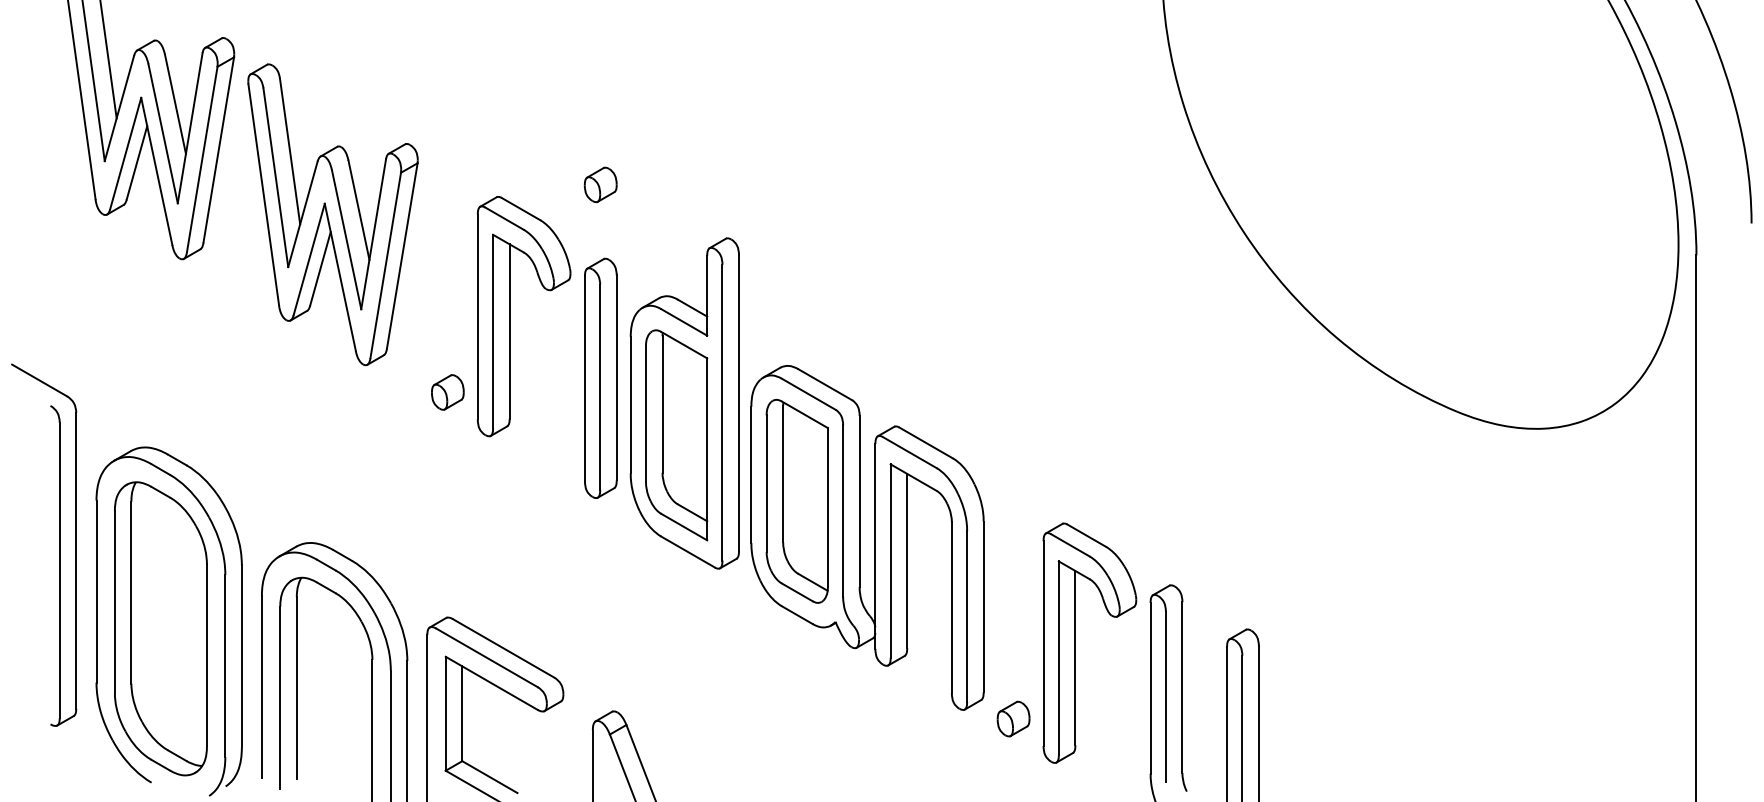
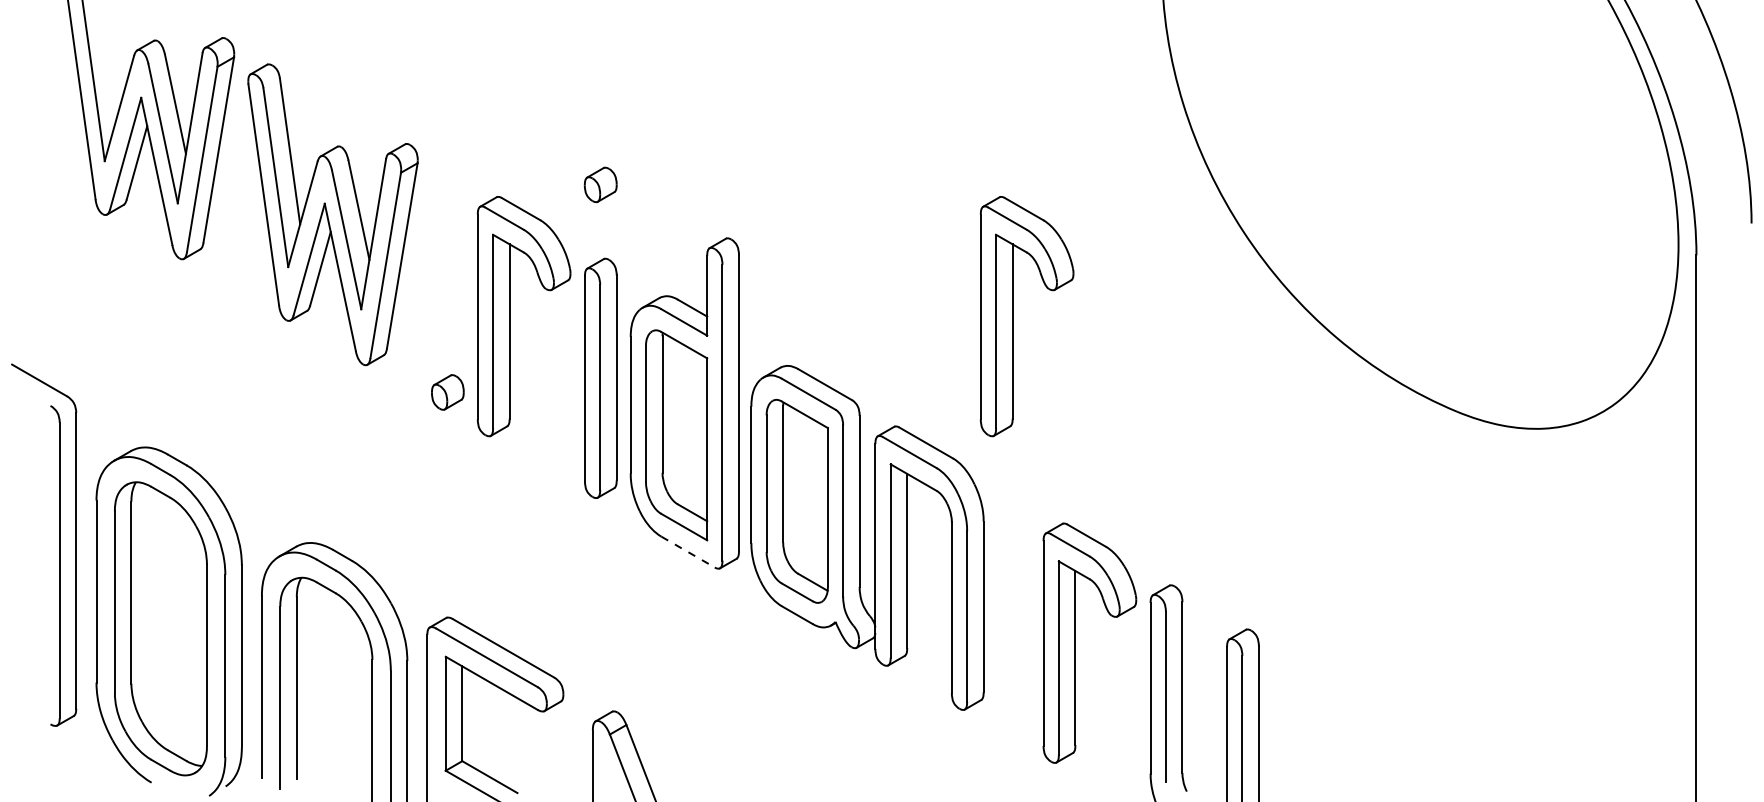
line at (108, 60): present -> none
part at (1013, 316): none -> present
line at (688, 552): solid -> dashed
part at (1013, 718): present -> none
